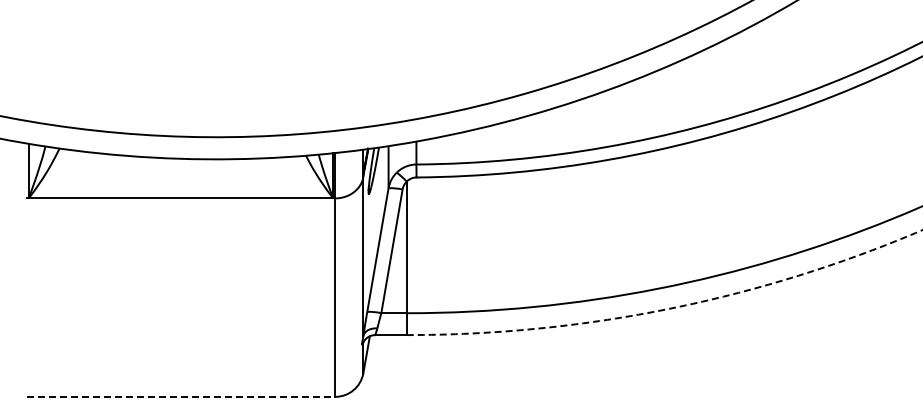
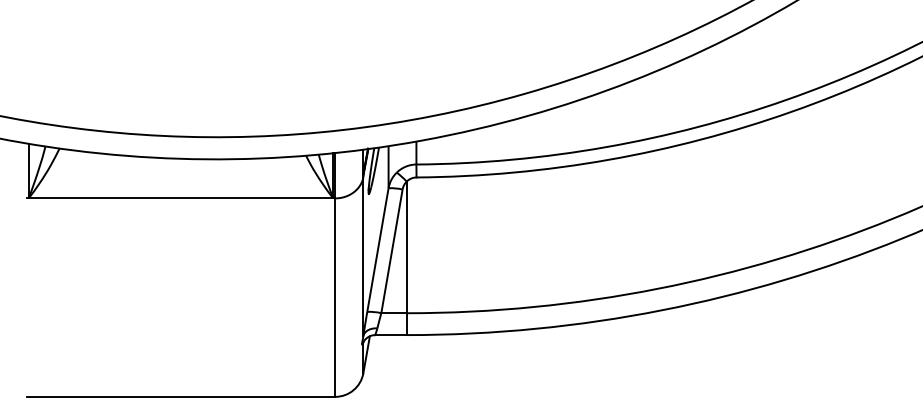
arc at (670, 308): dashed -> solid
line at (181, 396): dashed -> solid
